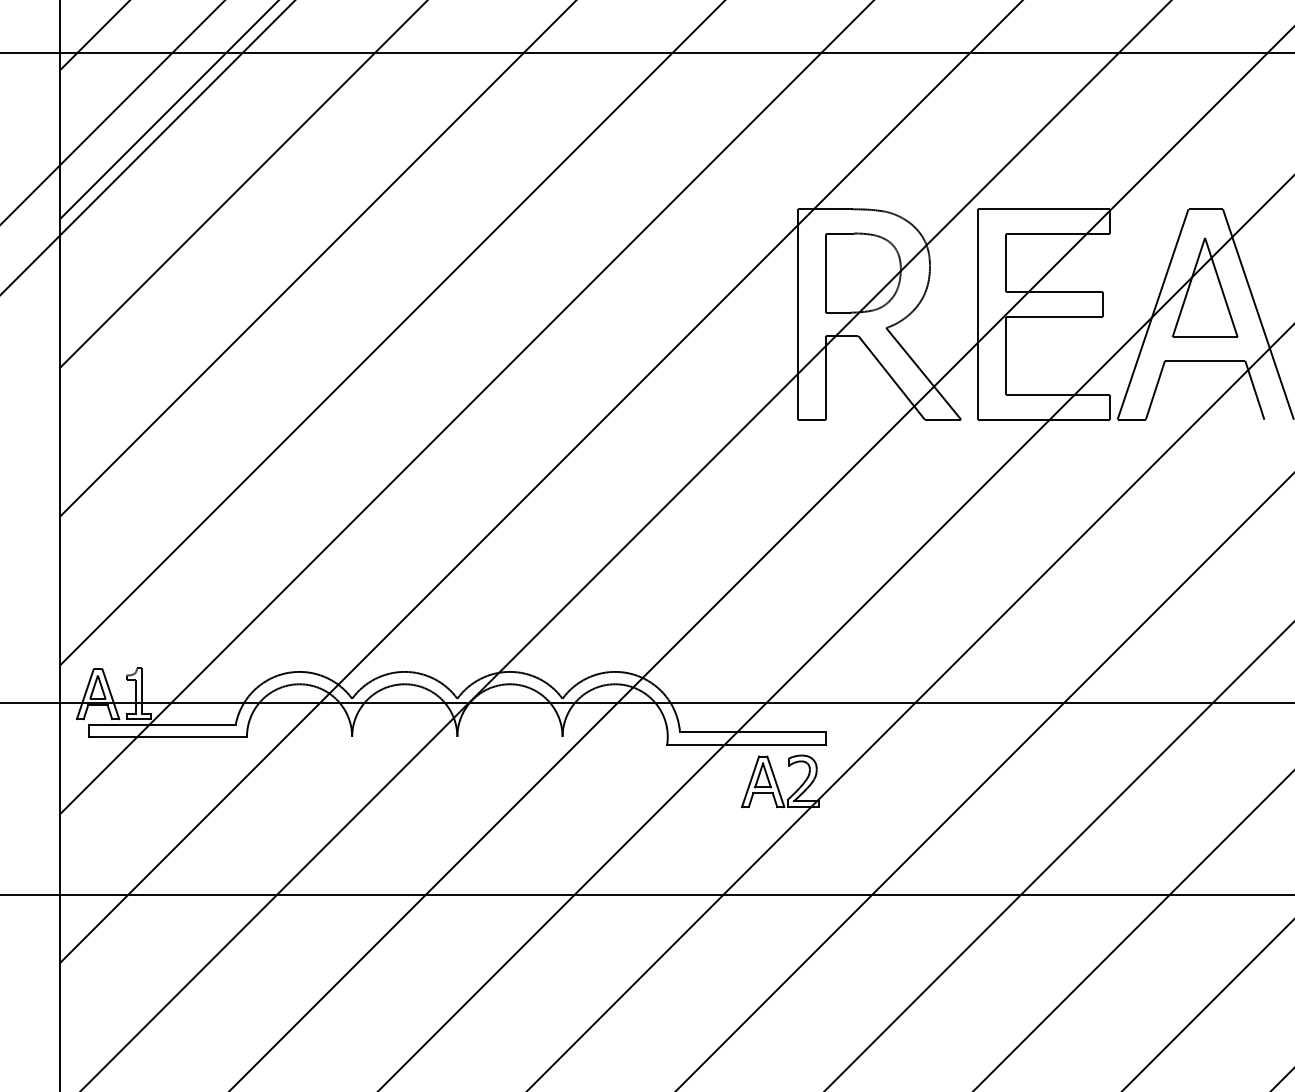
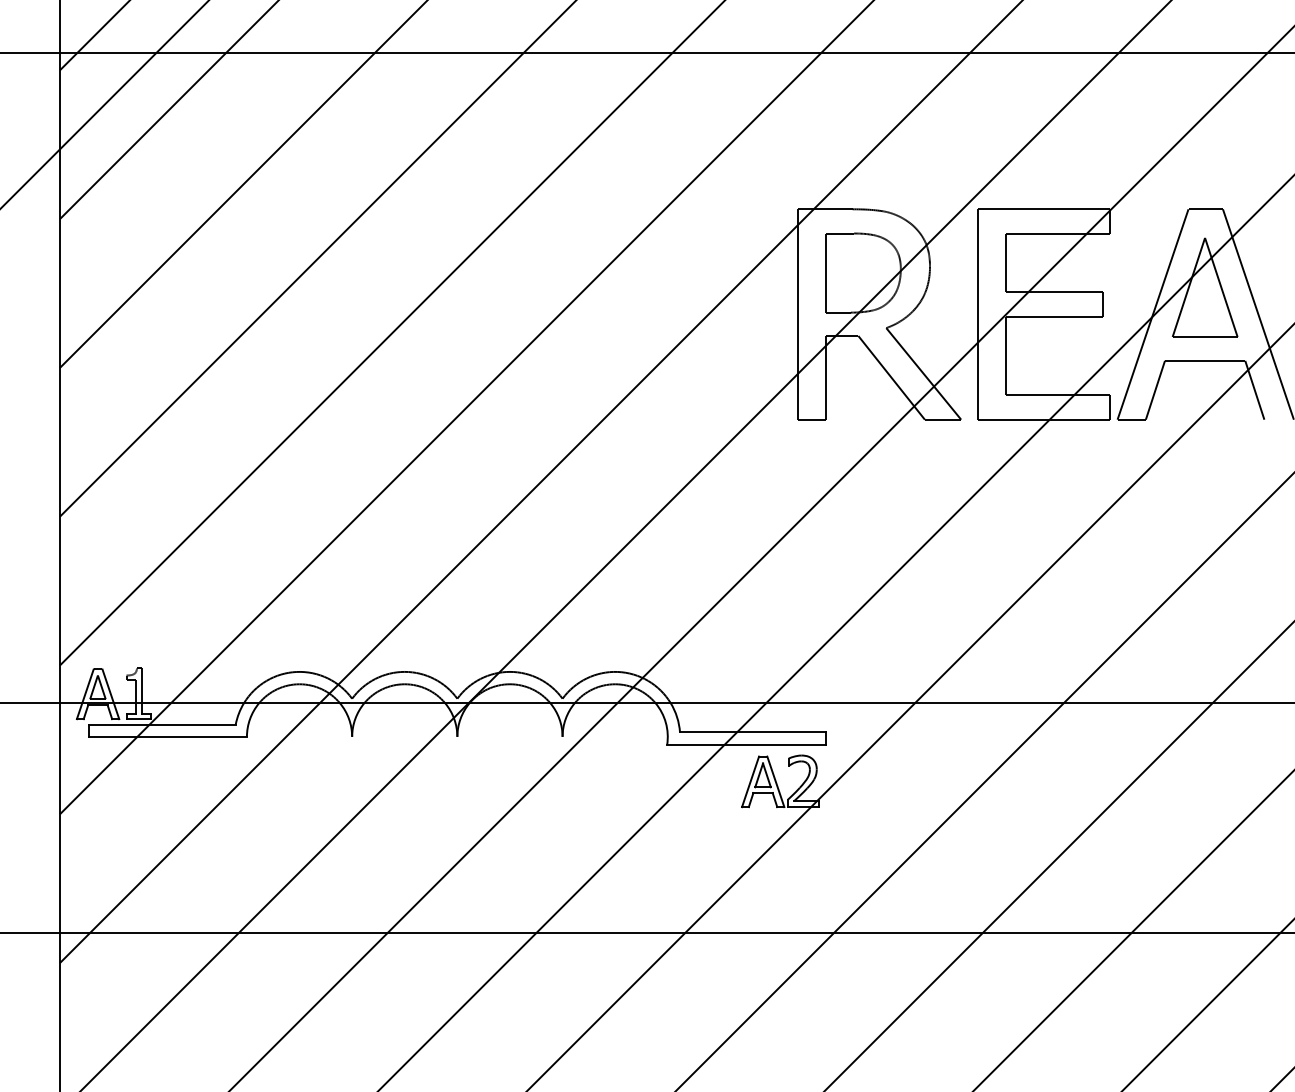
line at (112, 112) position: (112, 112) -> (104, 104)
line at (147, 147): present -> none
line at (646, 894) position: (646, 894) -> (646, 932)
